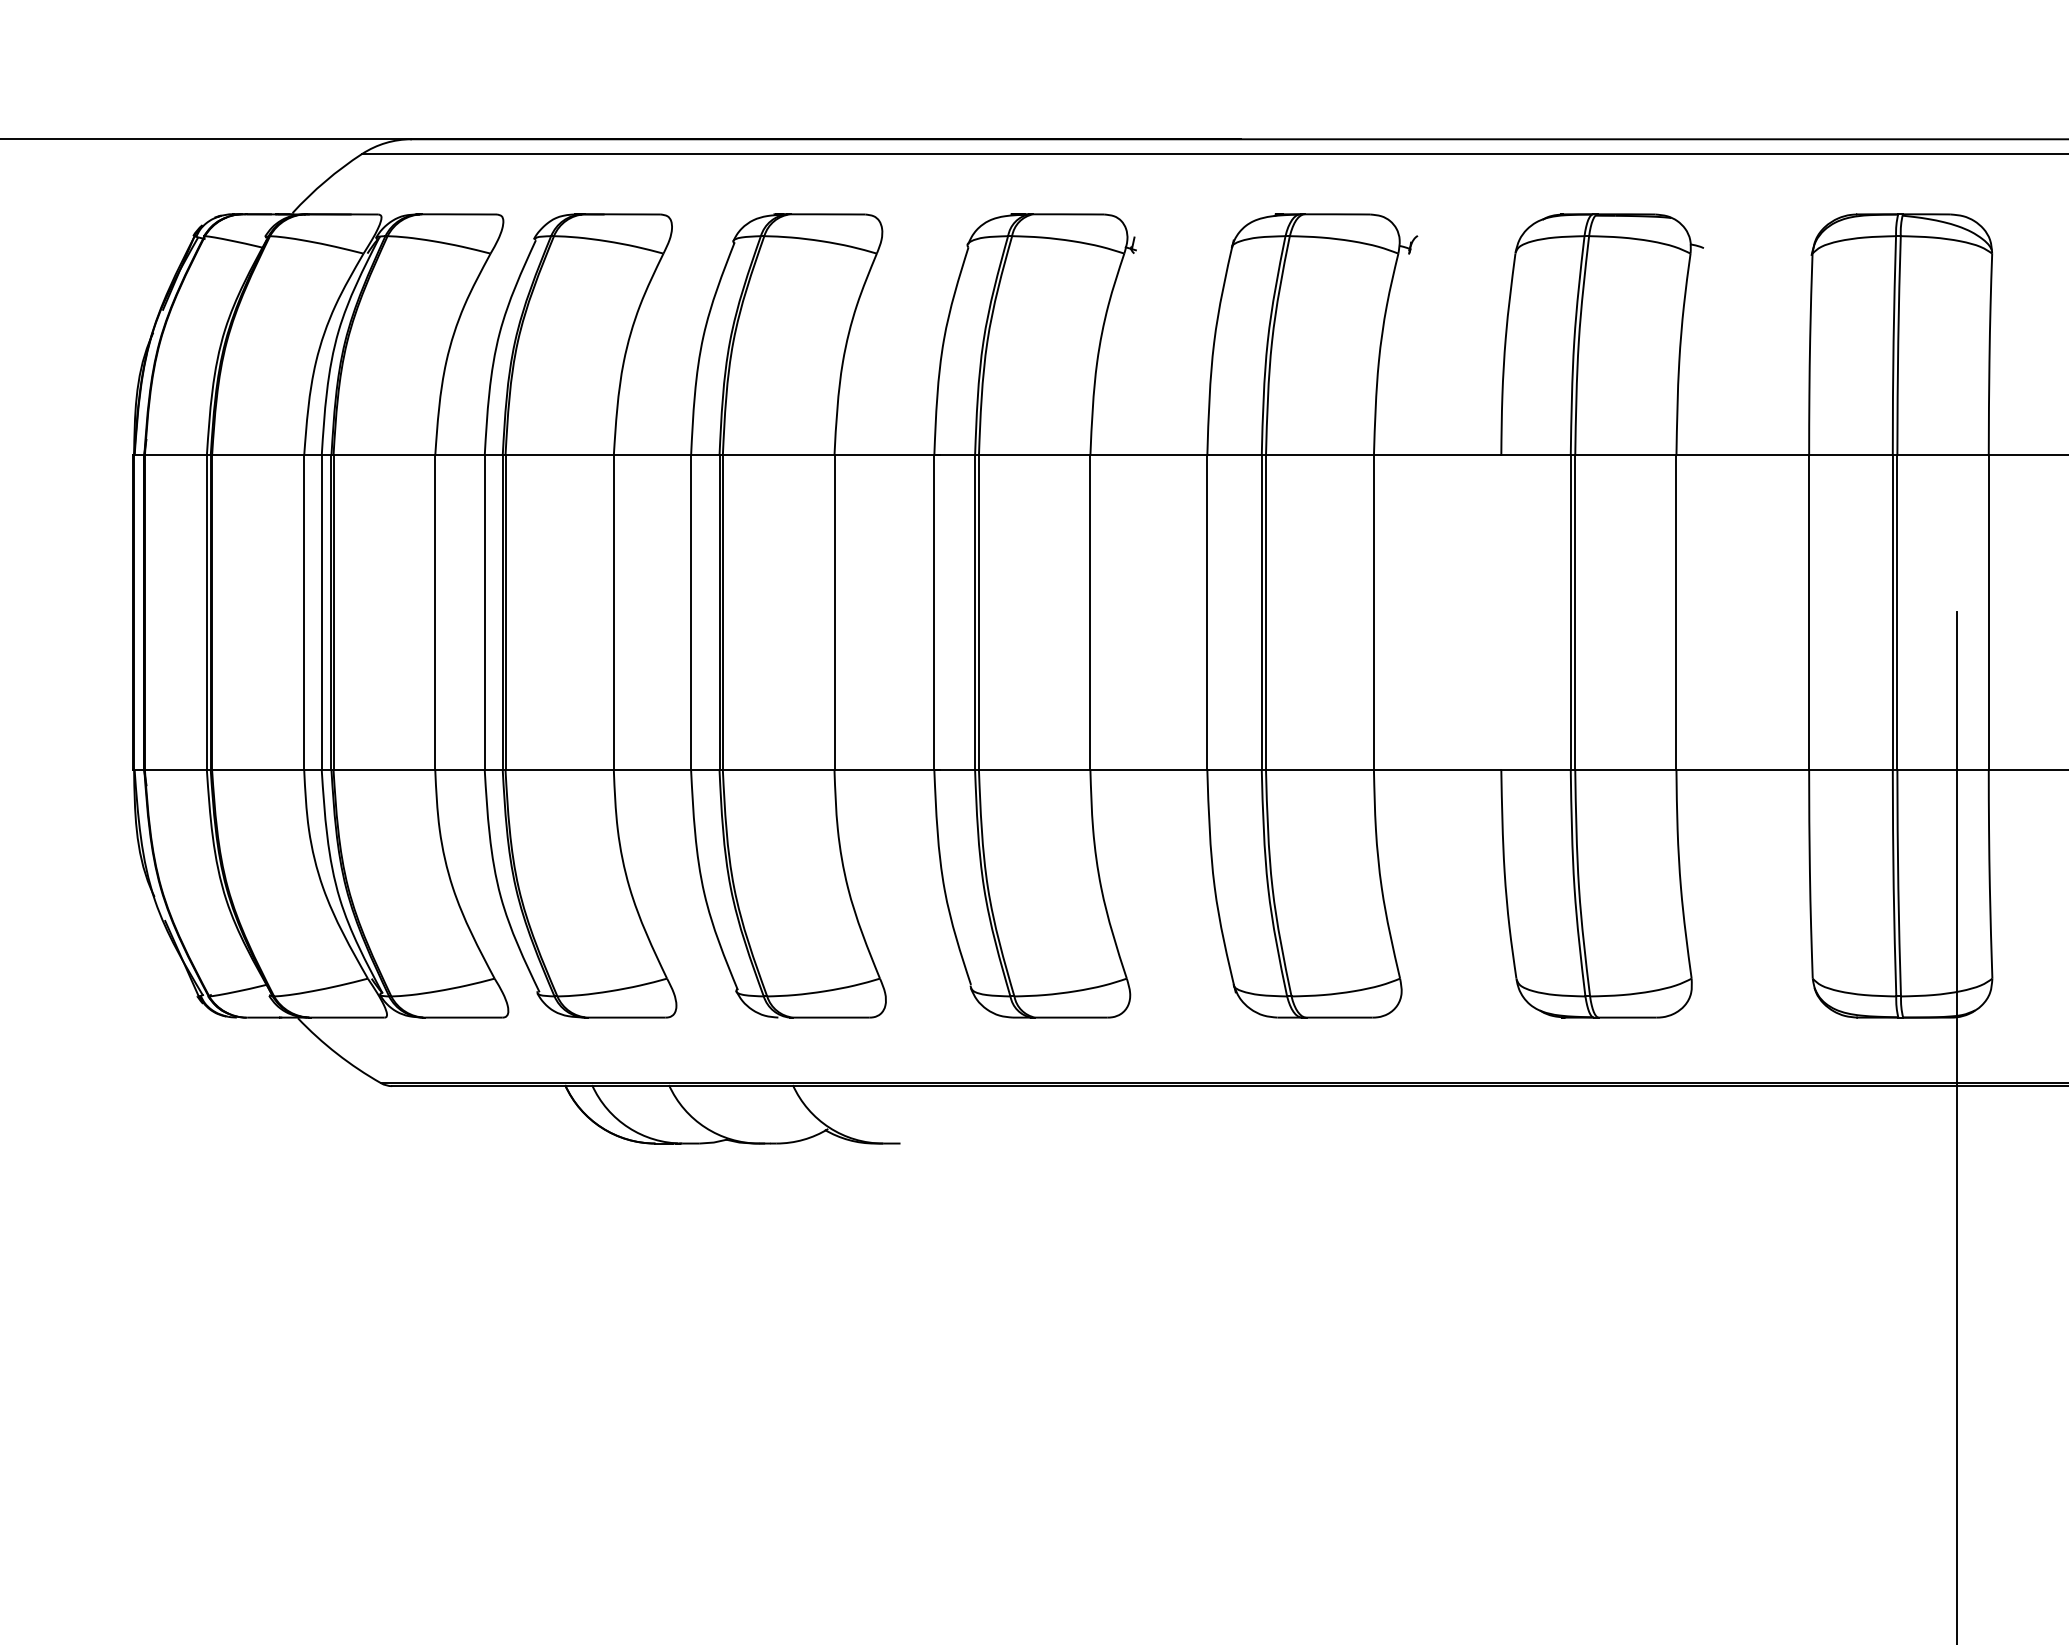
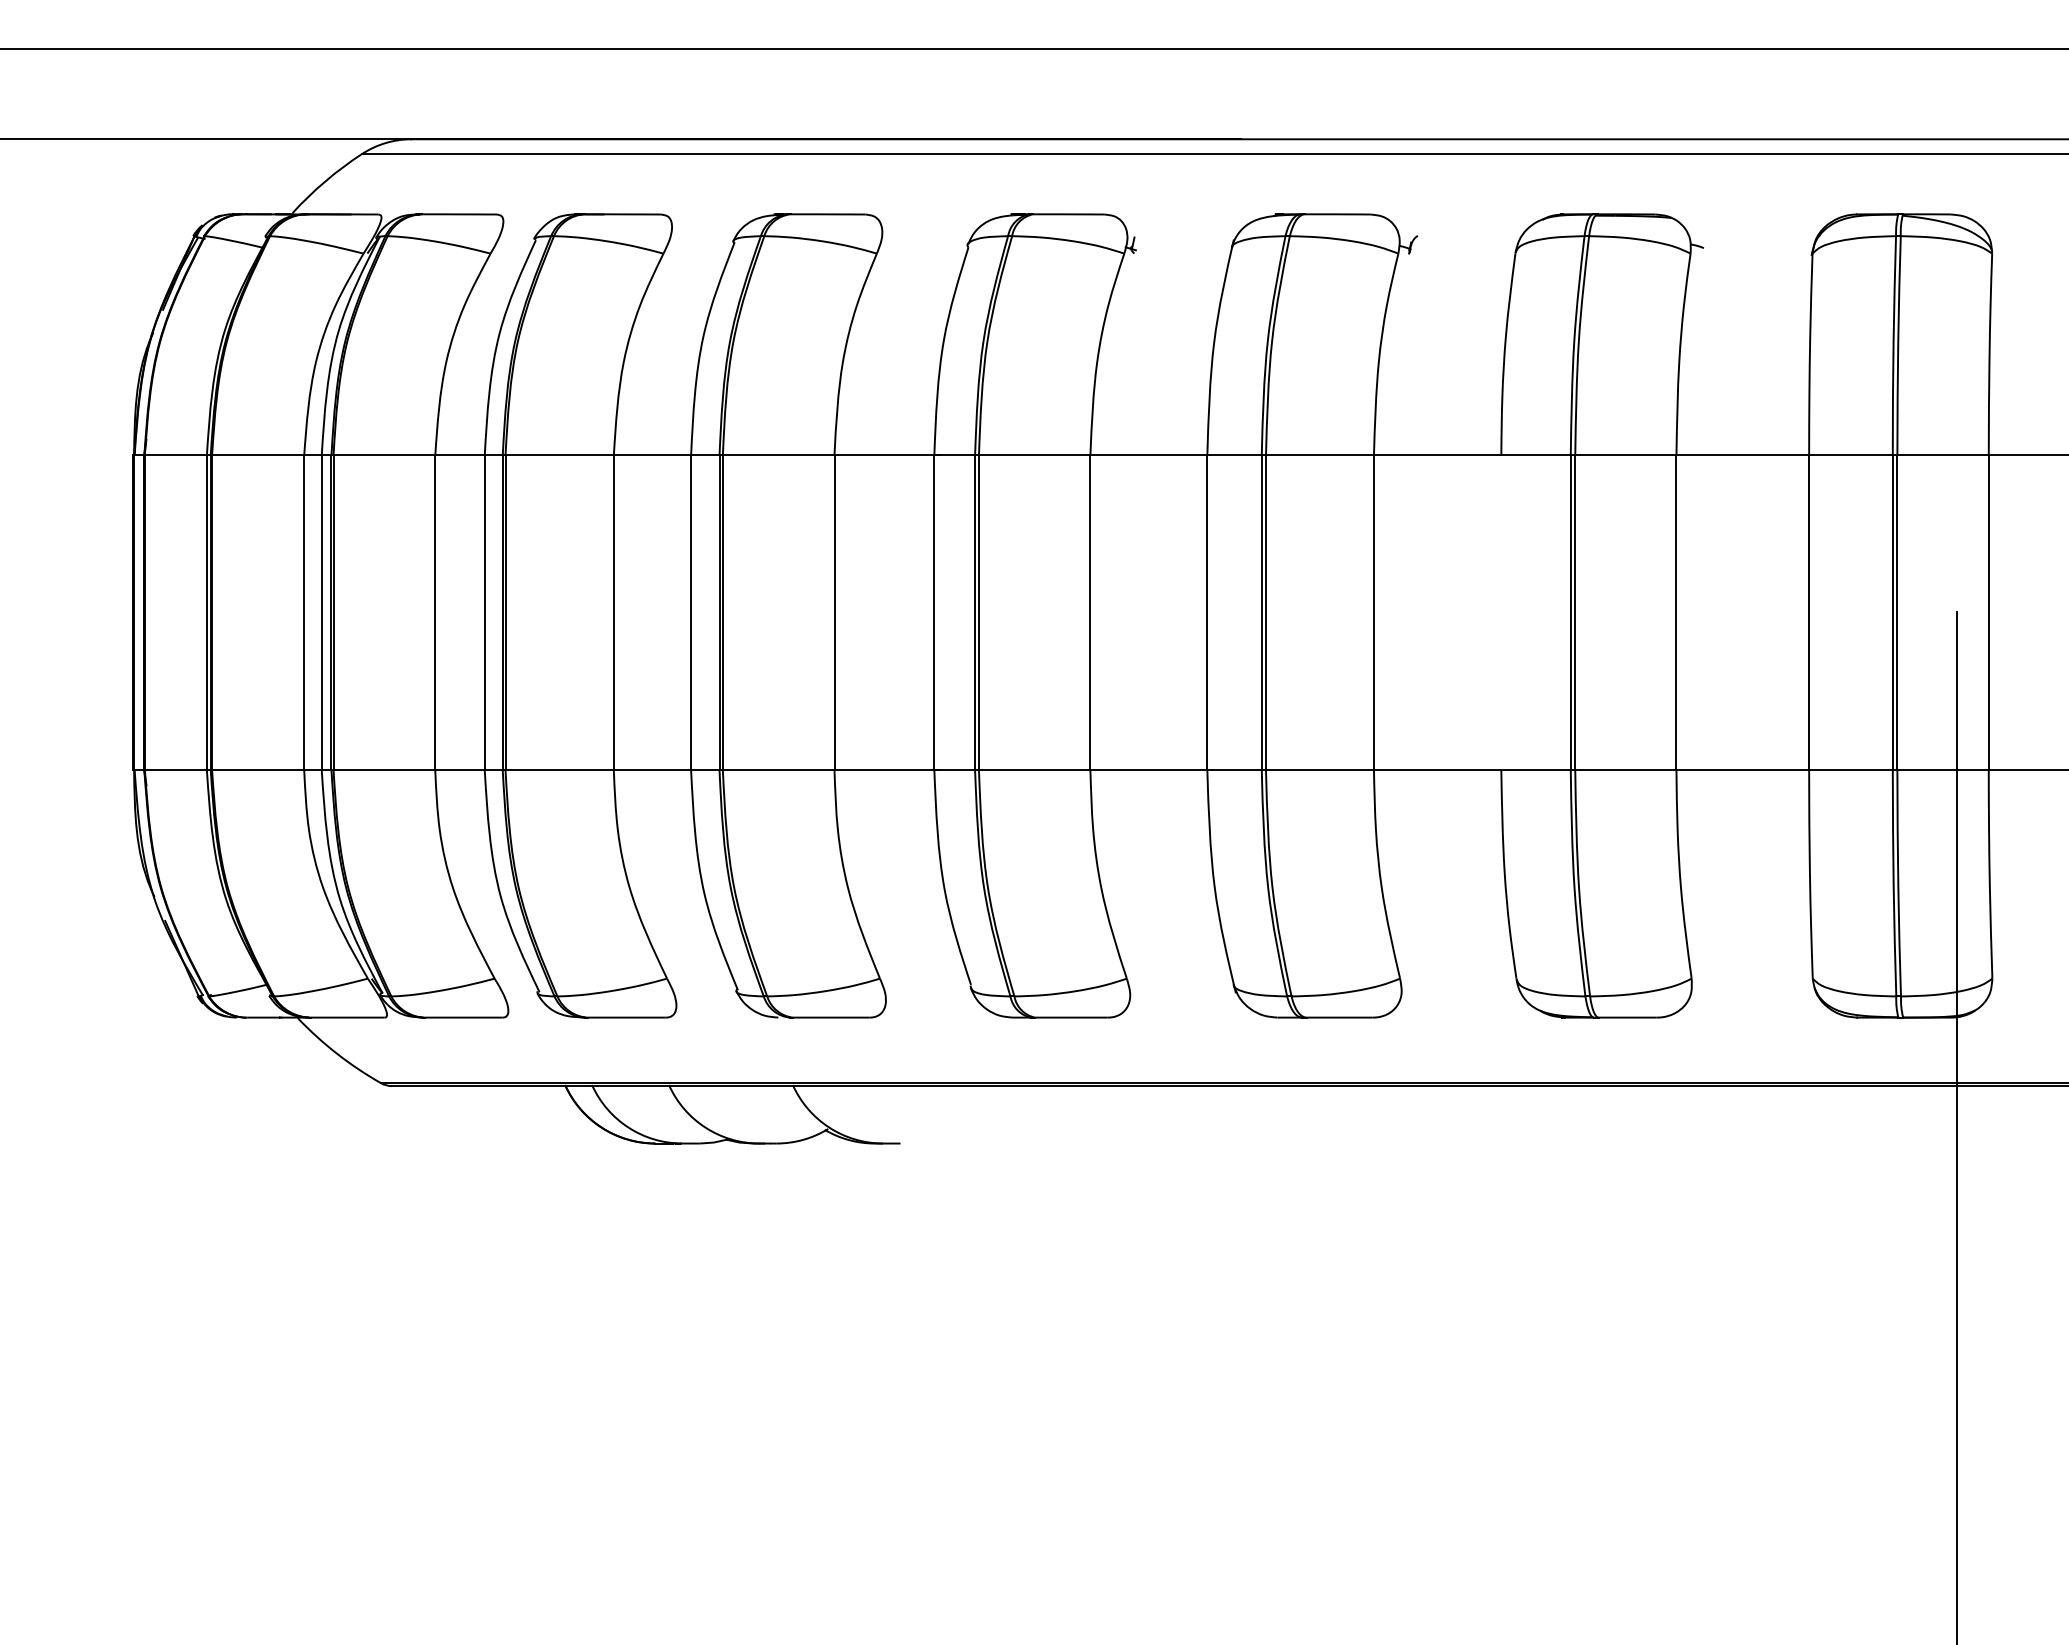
line at (1033, 49): none -> present
